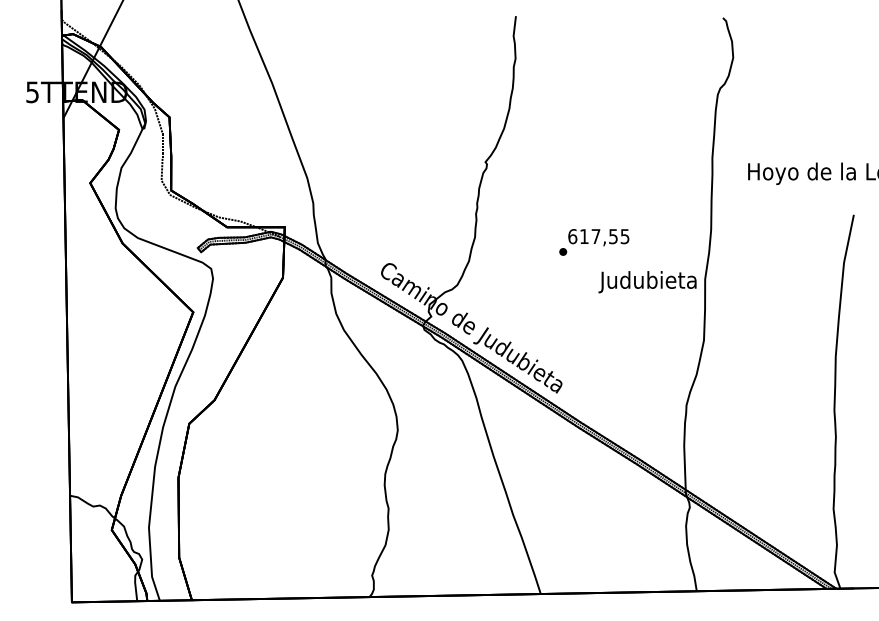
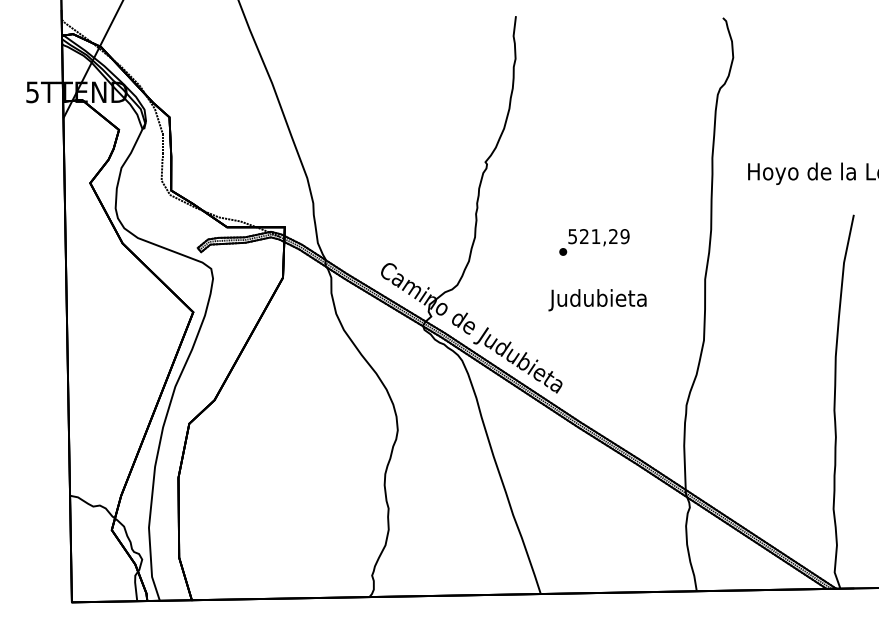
text at (598, 236): 617,55 -> 521,29
text at (647, 282) position: (647, 282) -> (597, 300)
